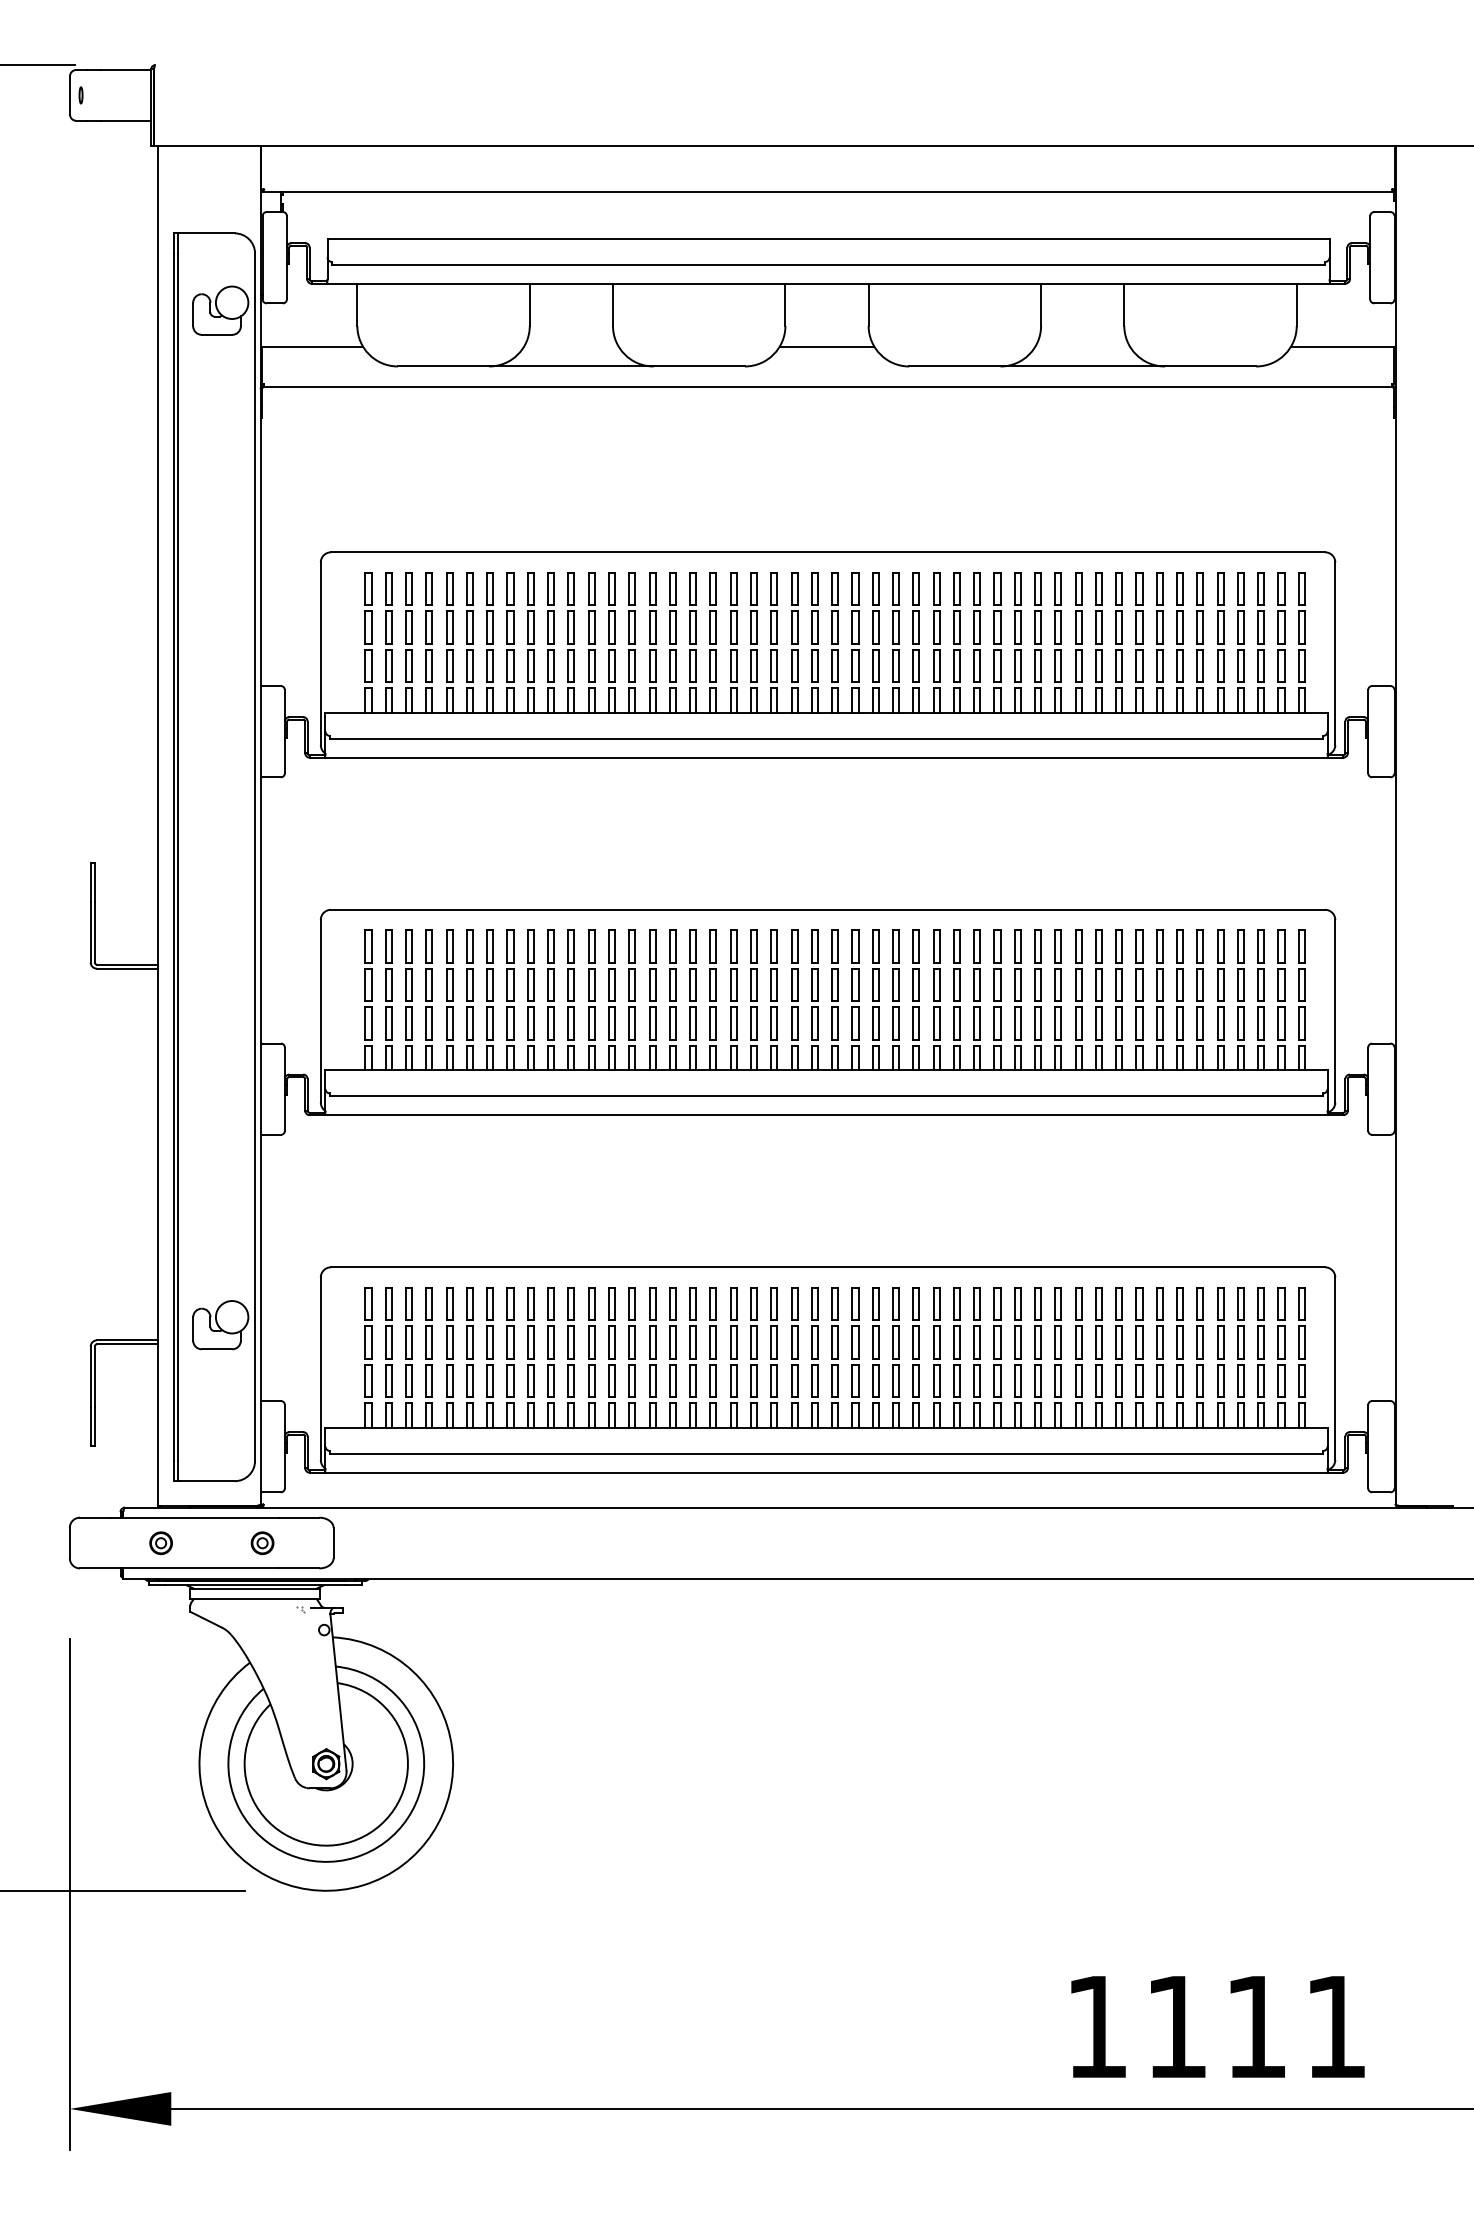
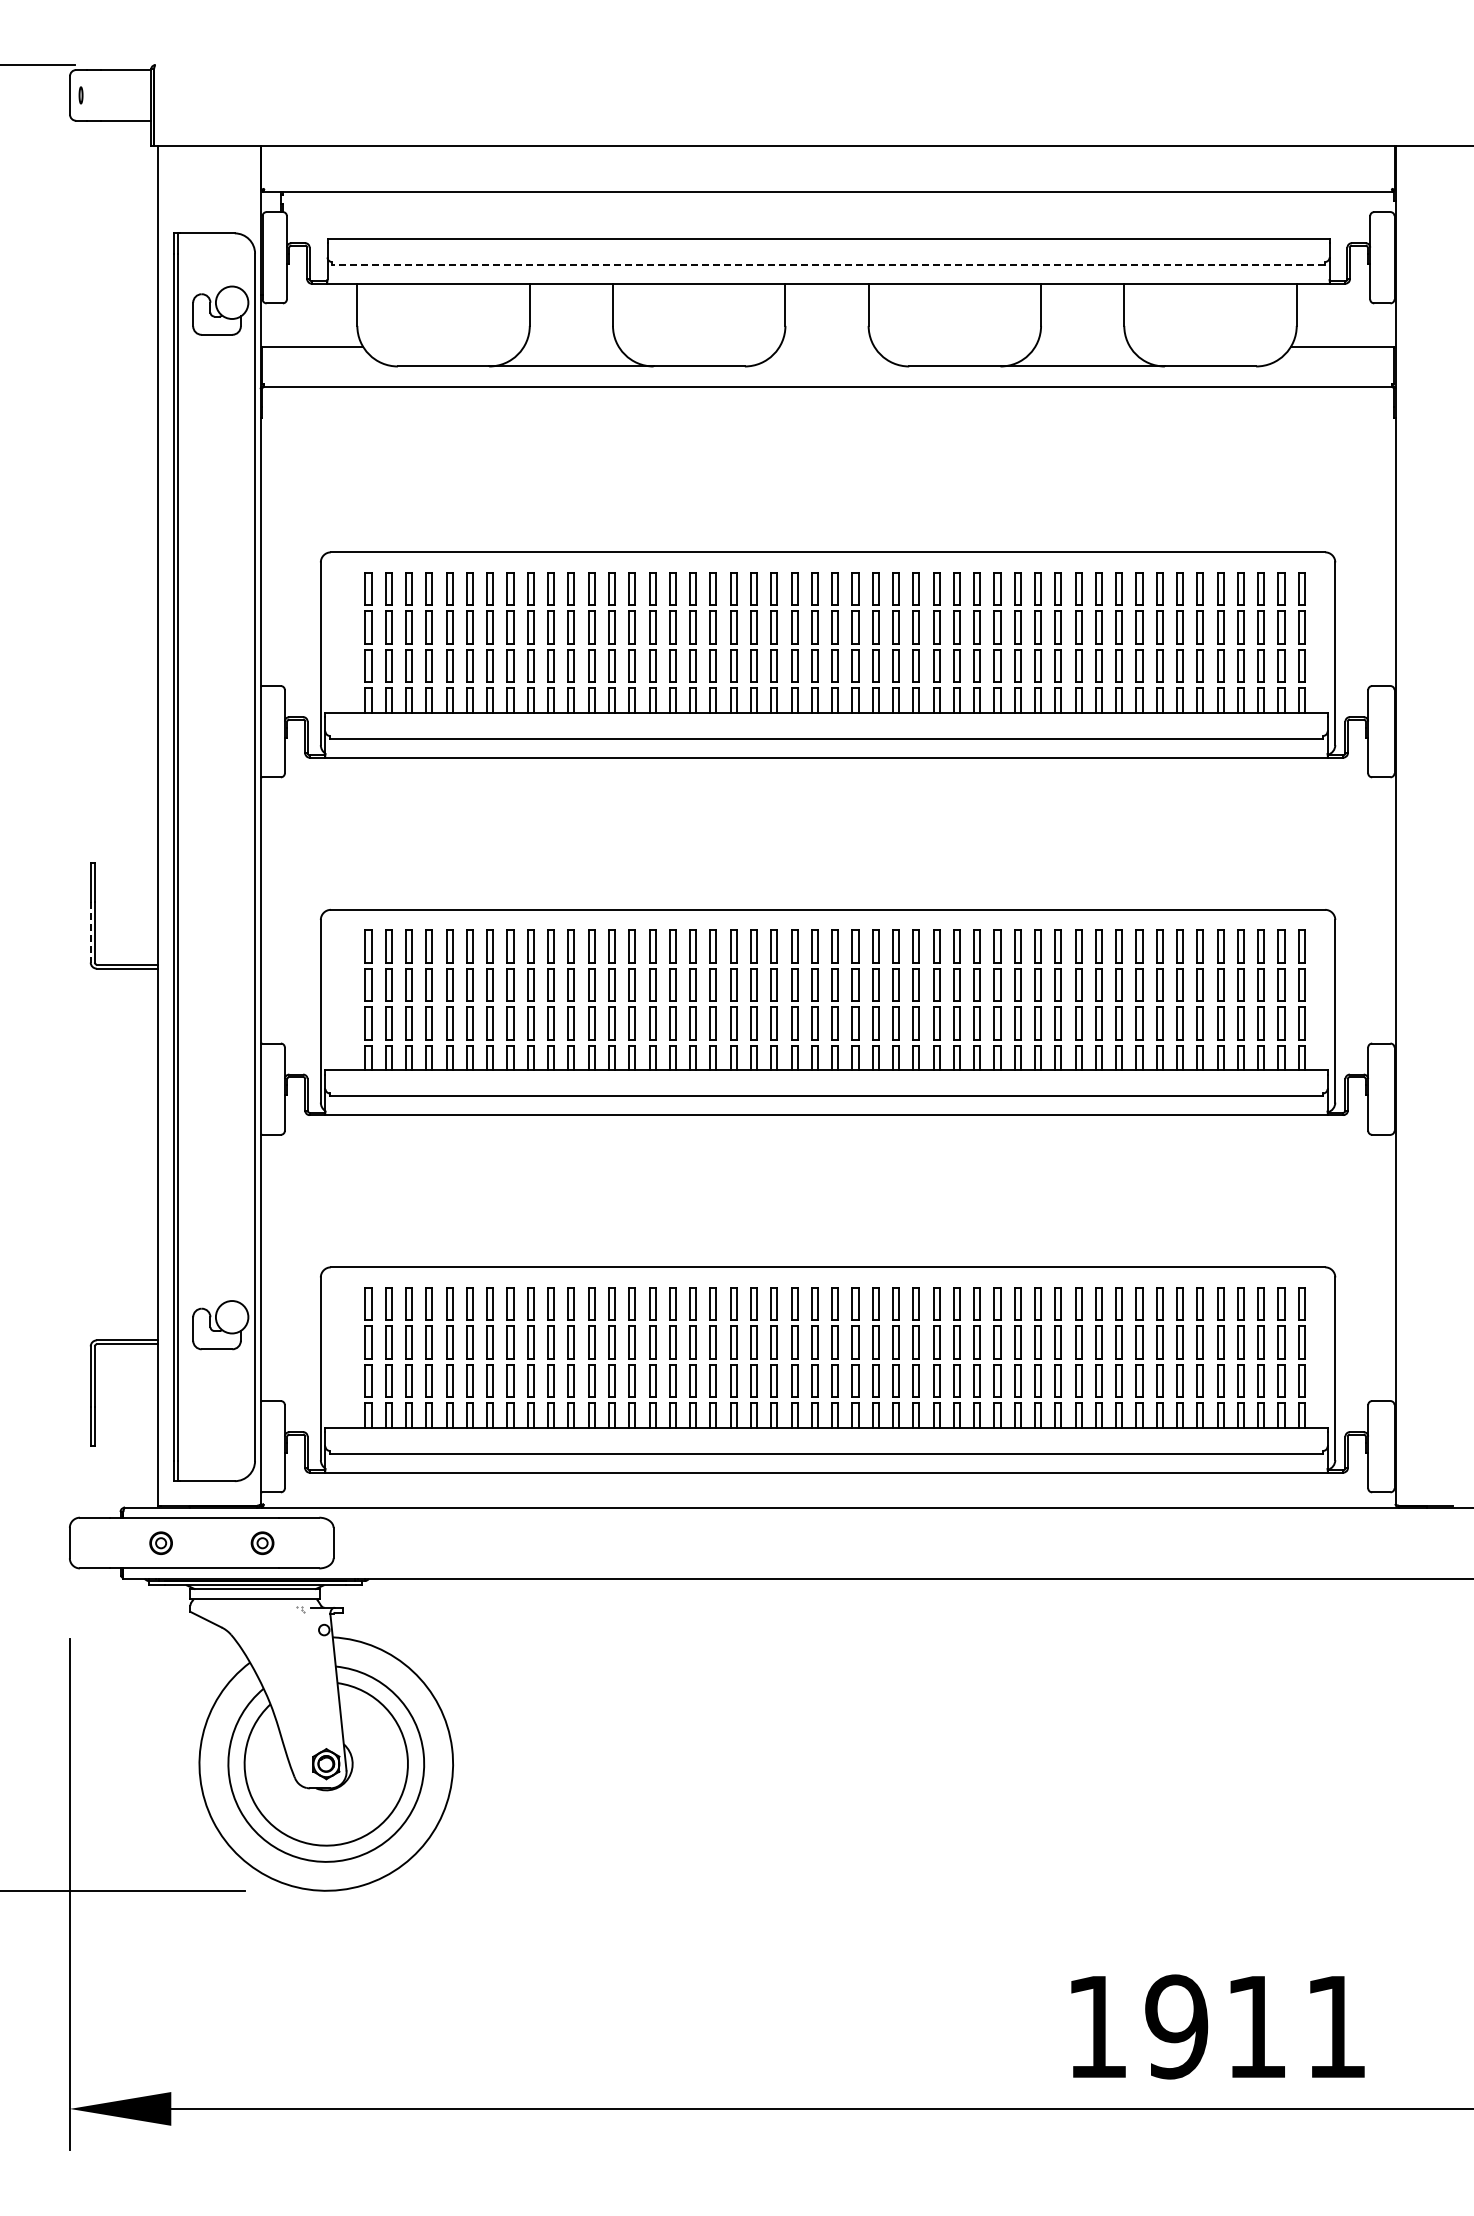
line at (828, 265): solid -> dashed
line at (826, 346): present -> none
line at (90, 932): solid -> dashed
text at (1176, 2026): 1111 -> 1911
